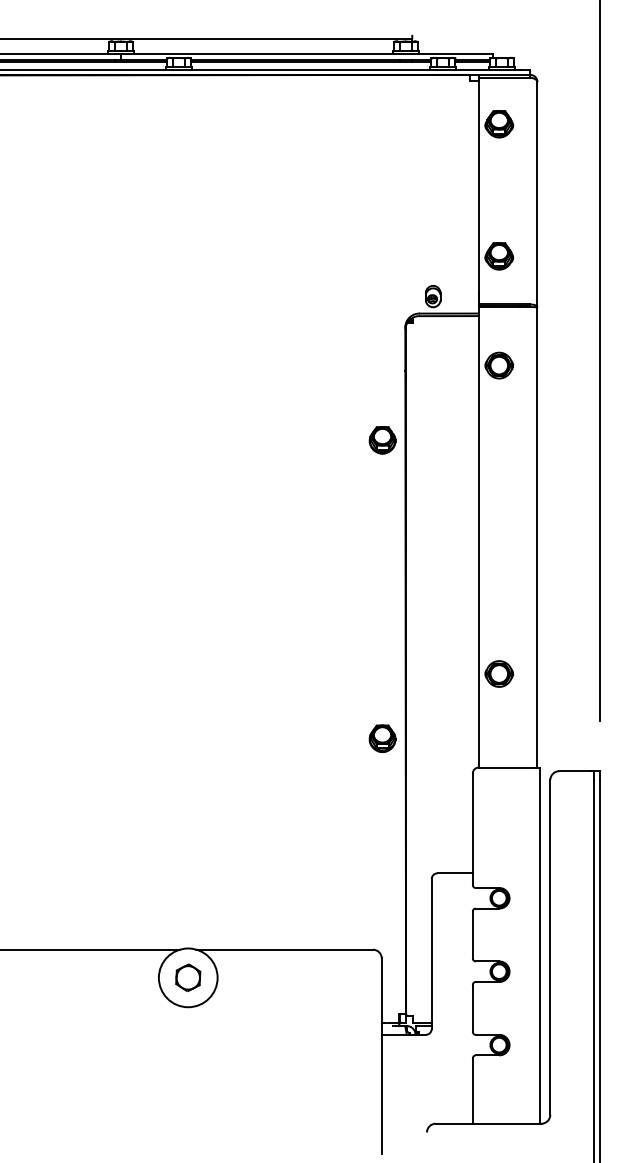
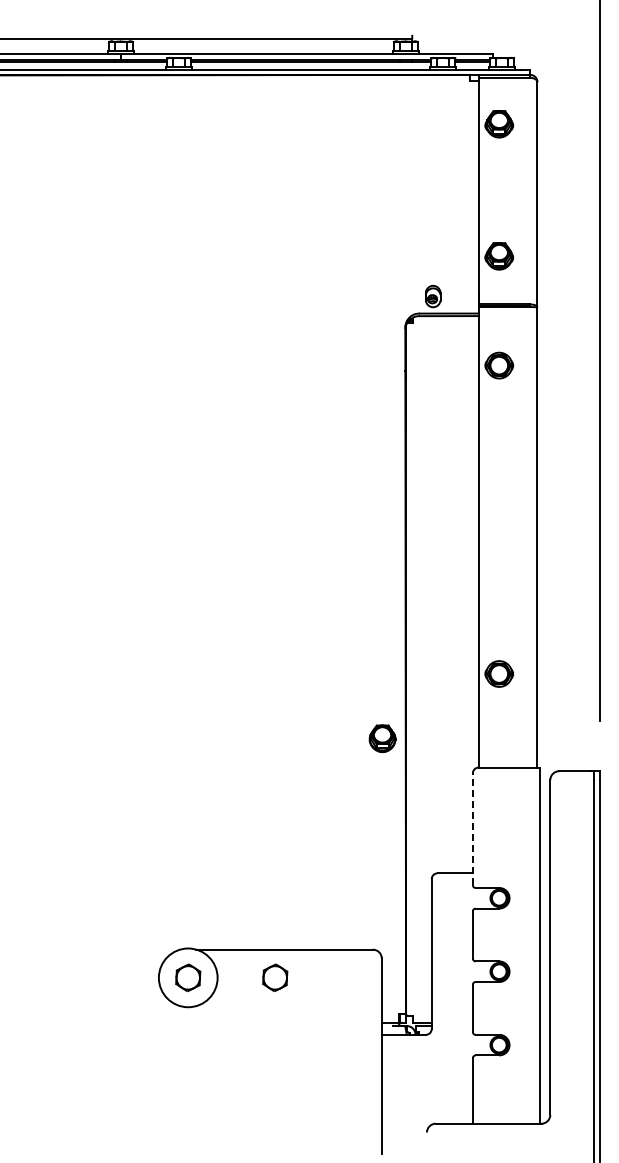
part at (382, 440): present -> none
line at (472, 829): solid -> dashed
line at (91, 949): present -> none
part at (275, 977): none -> present
